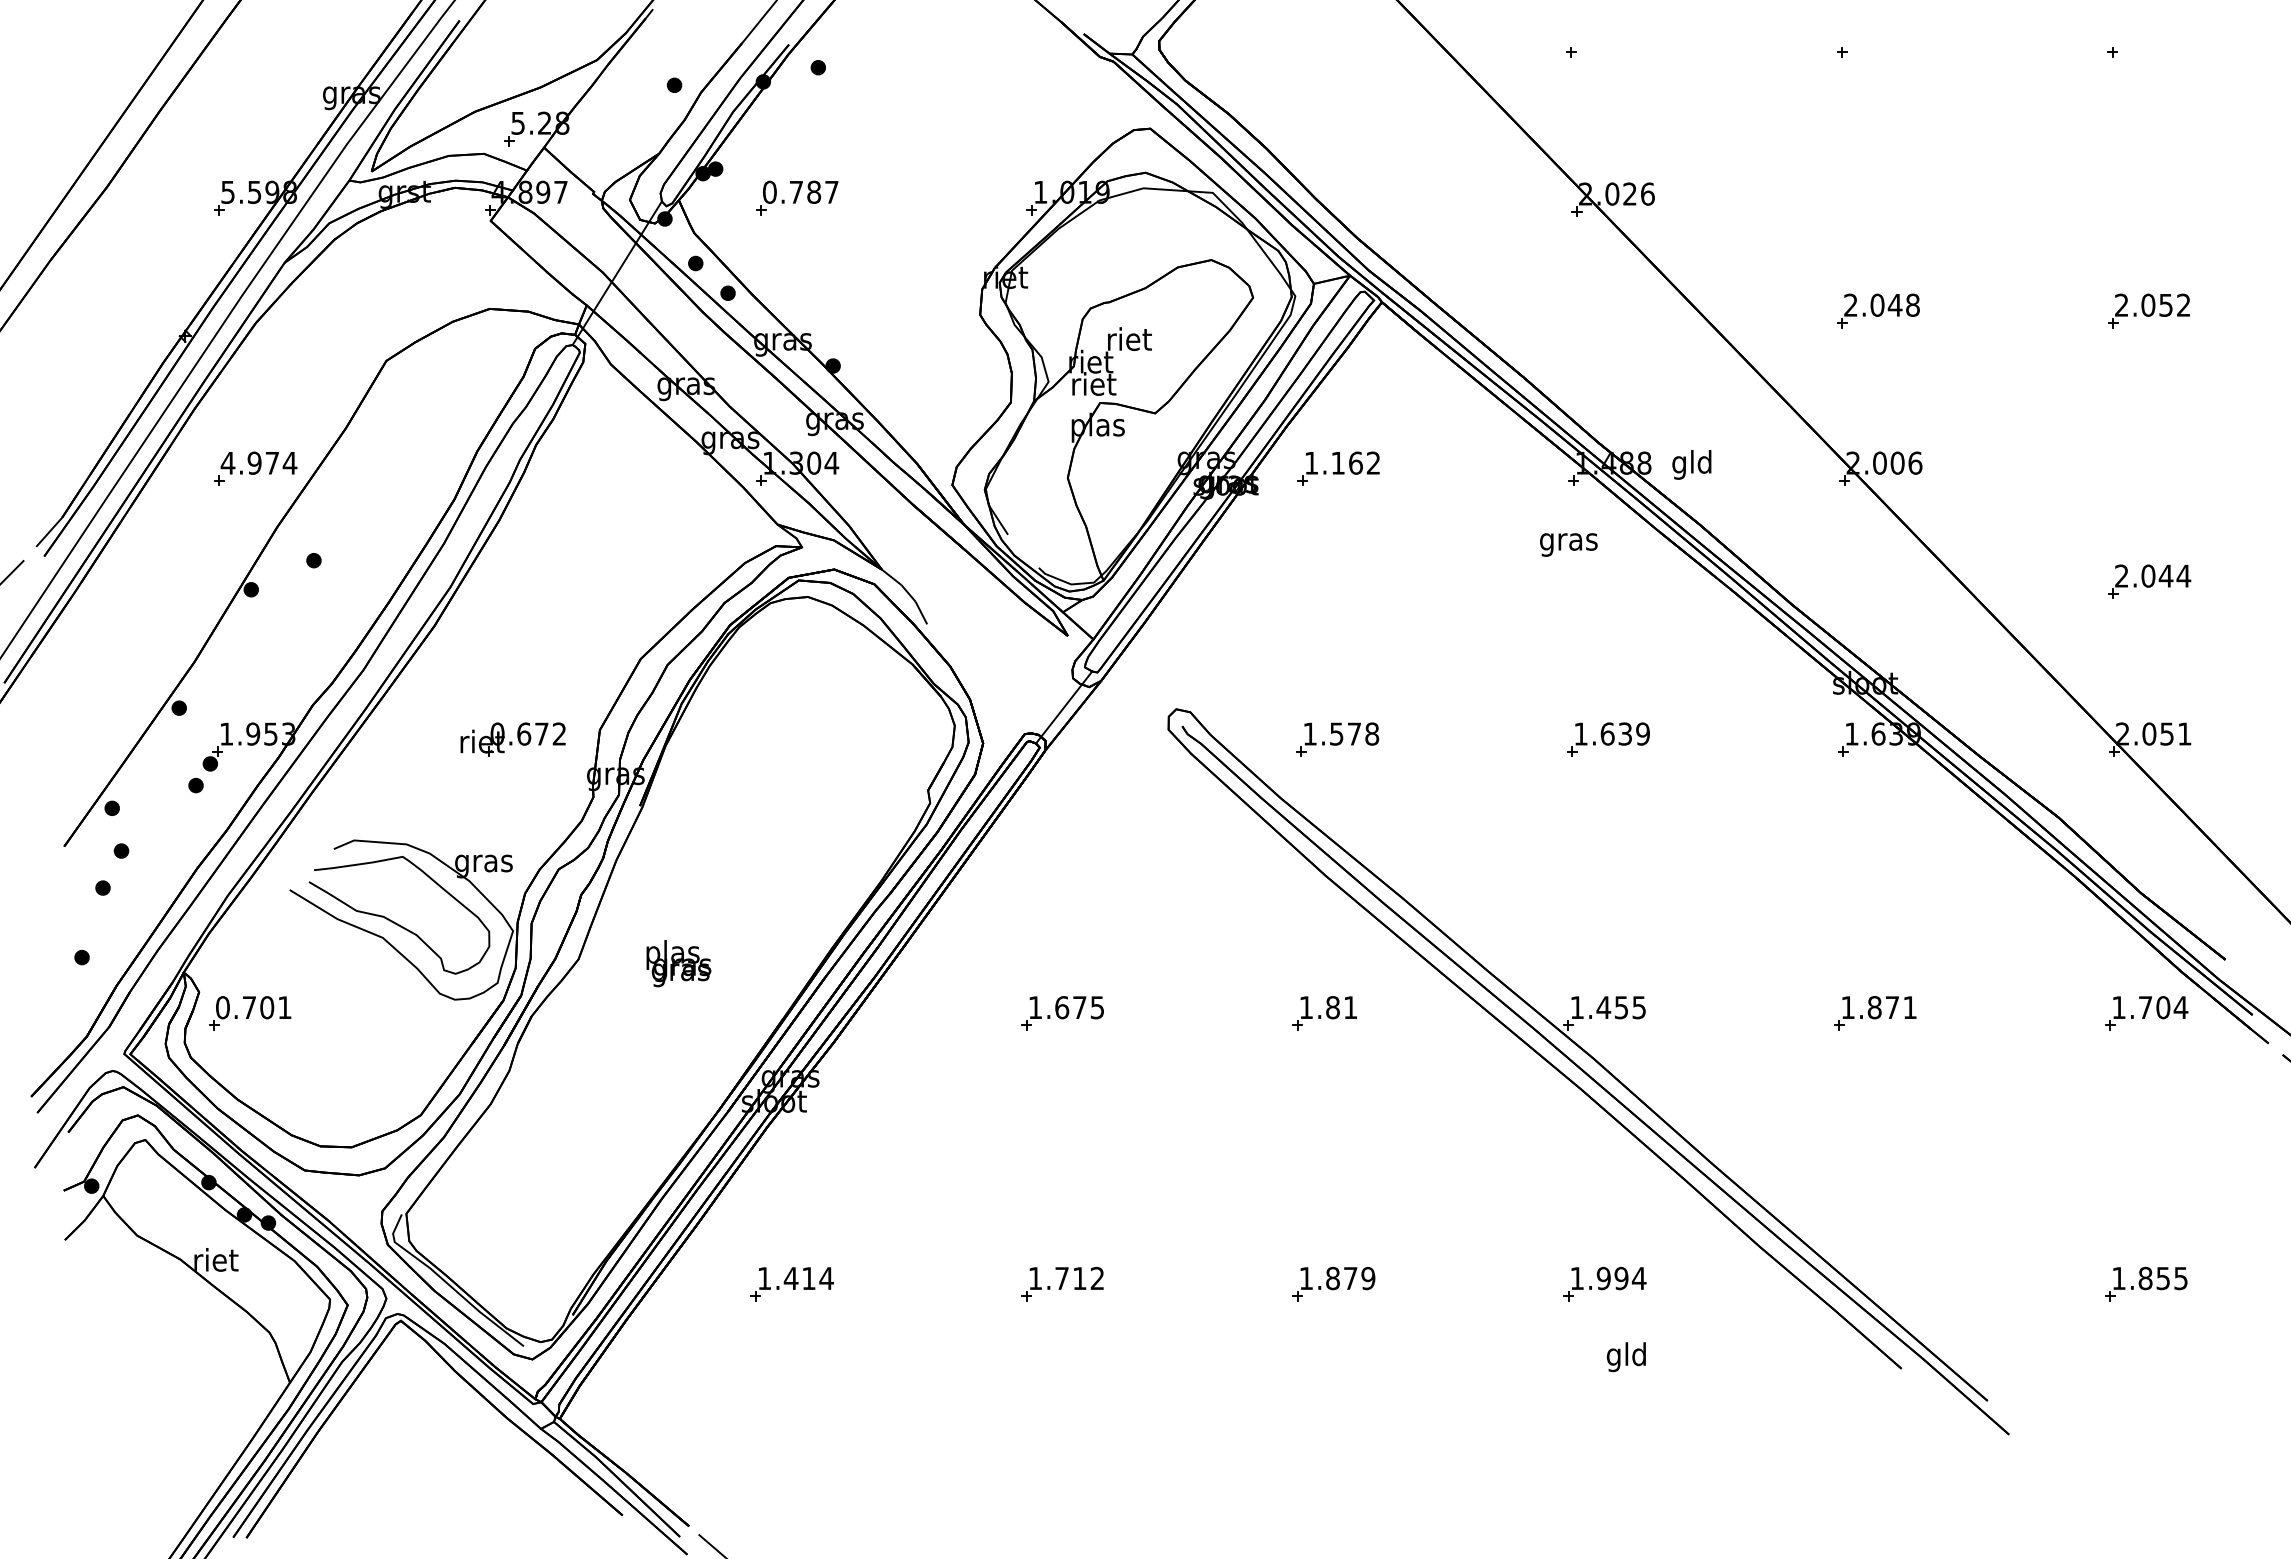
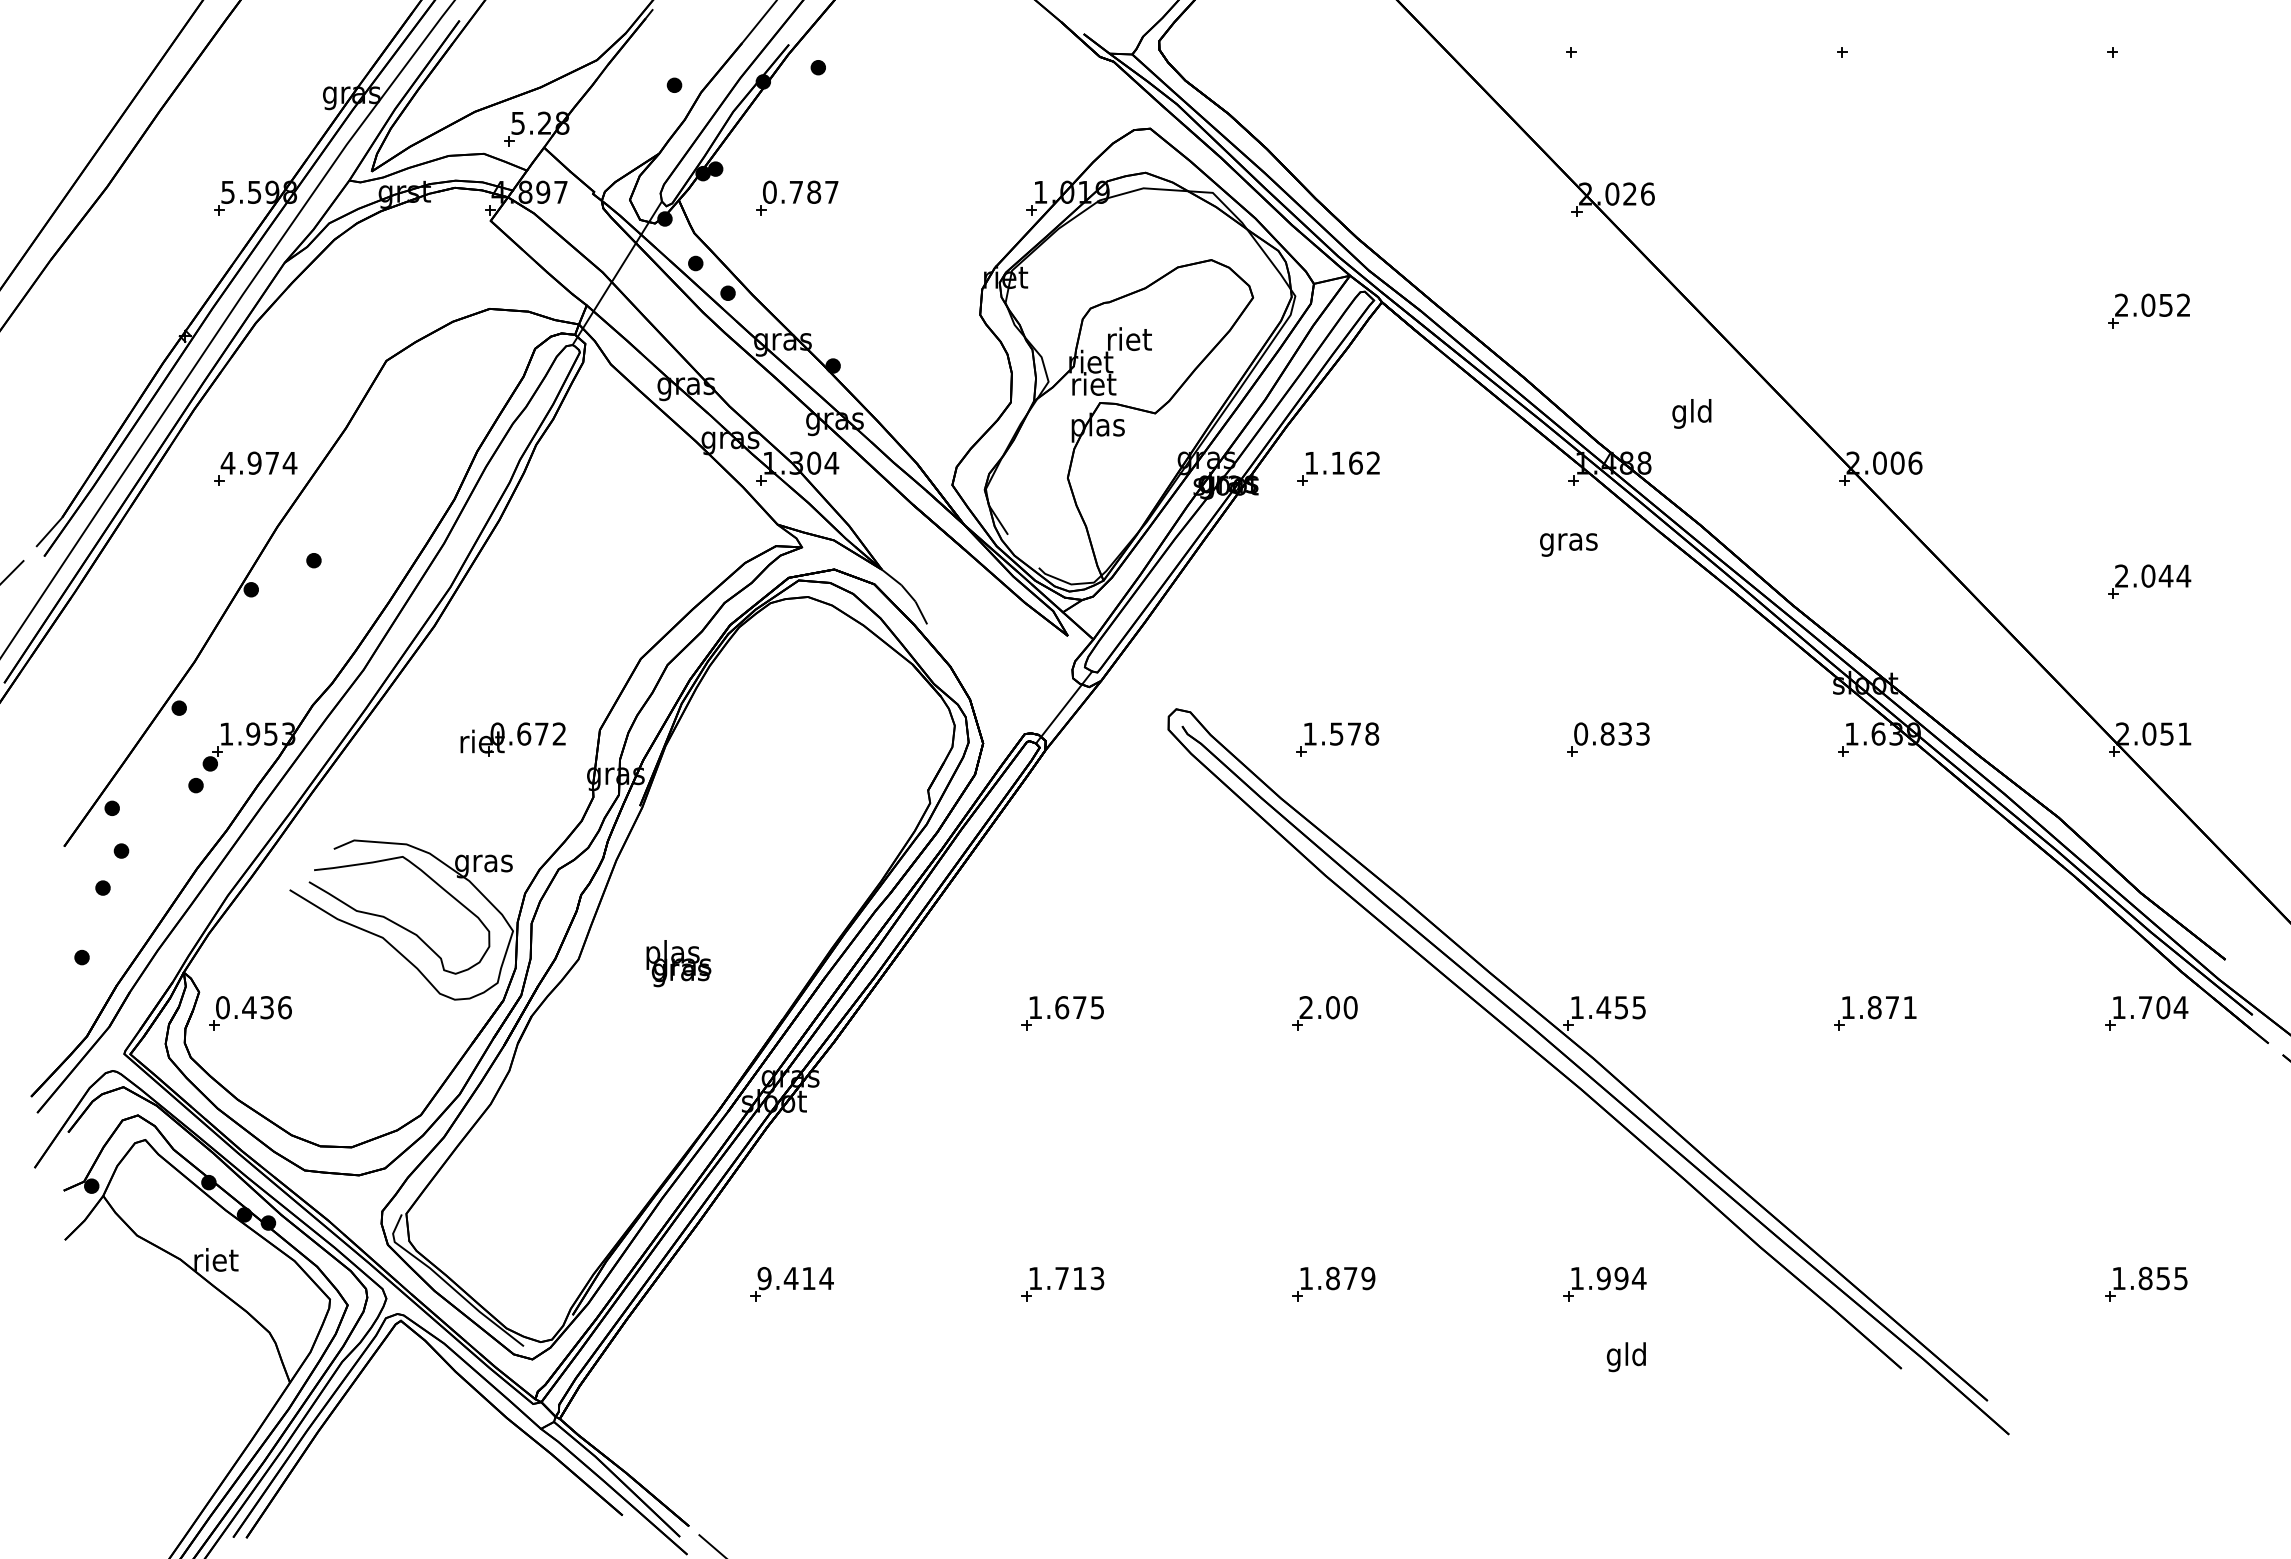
part at (1878, 310): present -> none
text at (1691, 464) position: (1691, 464) -> (1691, 413)
text at (1611, 733): 1.639 -> 0.833
text at (266, 1007): 0.701 -> 0.436
text at (1328, 1007): 1.81 -> 2.00
text at (764, 1278): 1.414 -> 9.414
text at (1097, 1278): 1.712 -> 1.713
